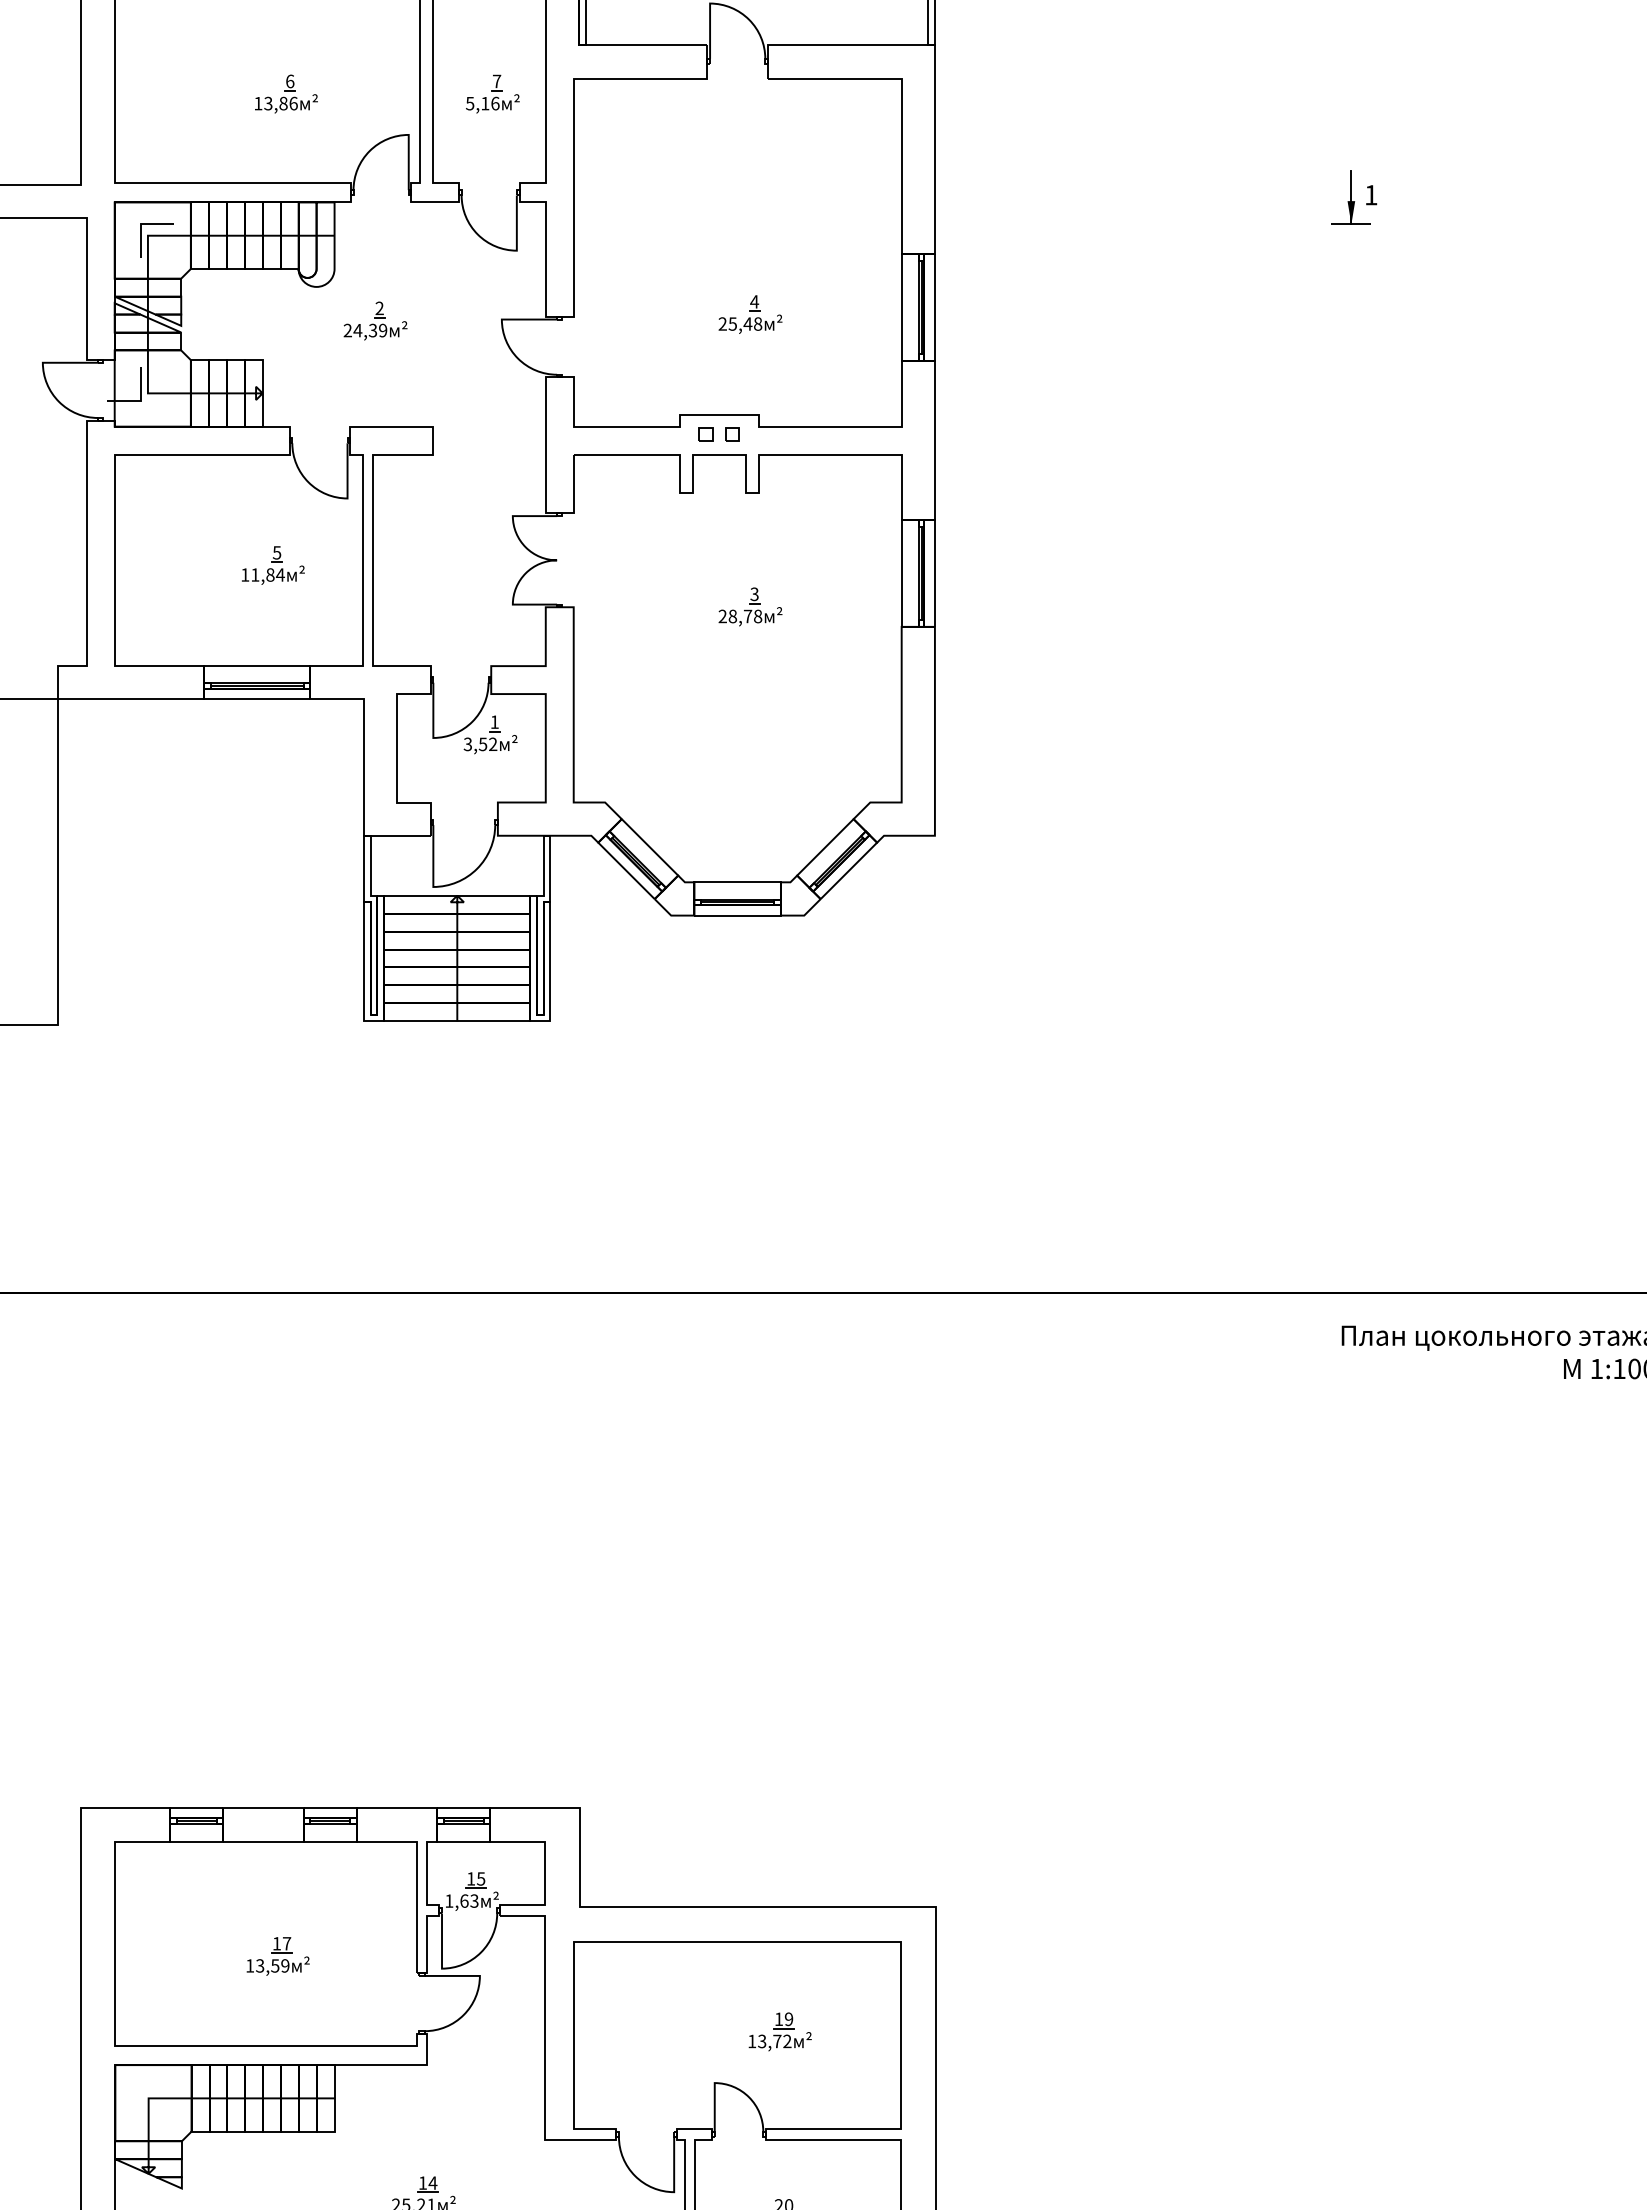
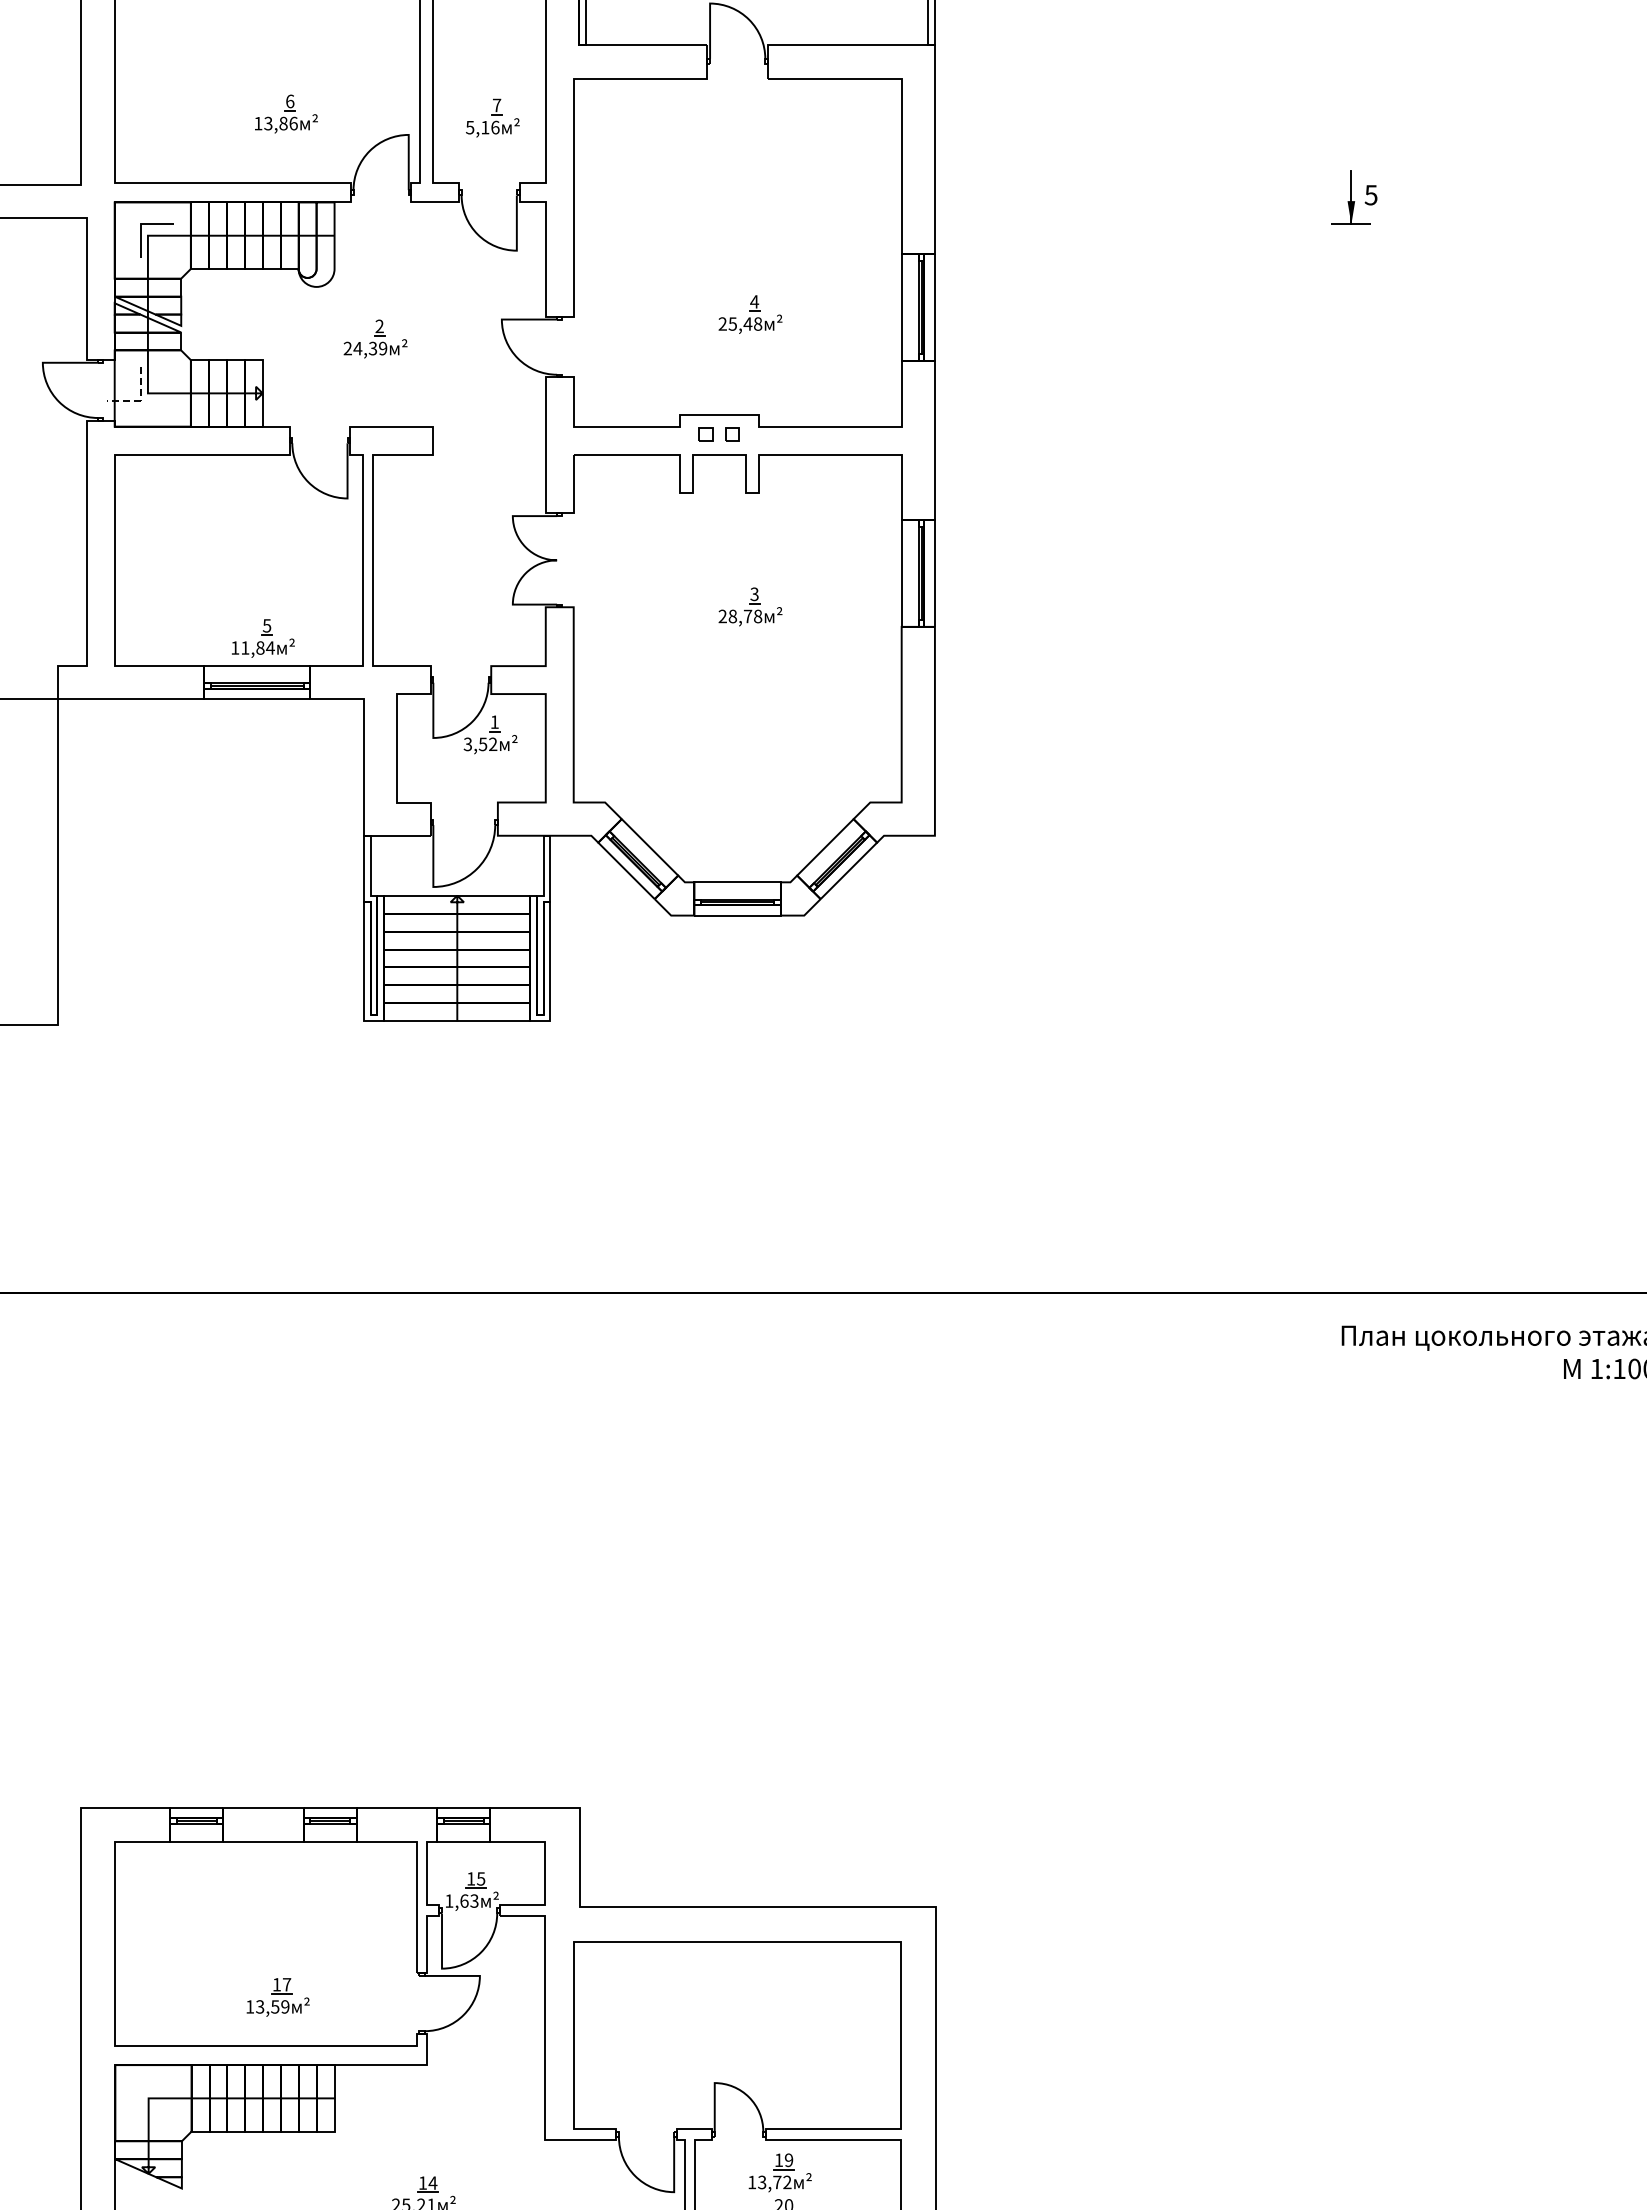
part at (286, 93) position: (286, 93) -> (286, 113)
part at (492, 93) position: (492, 93) -> (492, 117)
text at (1370, 195): 1 -> 5
part at (375, 320) position: (375, 320) -> (375, 338)
line at (140, 400): solid -> dashed
part at (273, 565) position: (273, 565) -> (263, 638)
part at (277, 1956) position: (277, 1956) -> (277, 1997)
part at (779, 2031) position: (779, 2031) -> (779, 2172)
